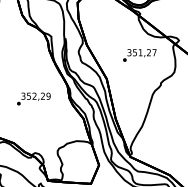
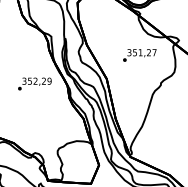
text at (33, 98) position: (33, 98) -> (34, 83)
